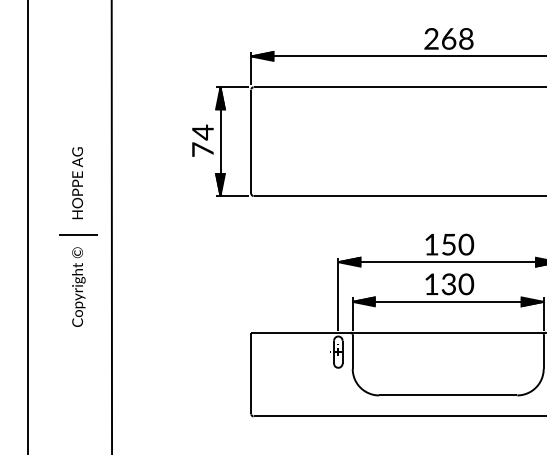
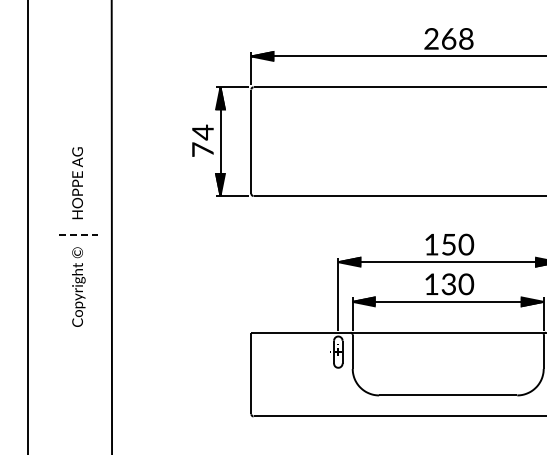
line at (78, 234): solid -> dashed
